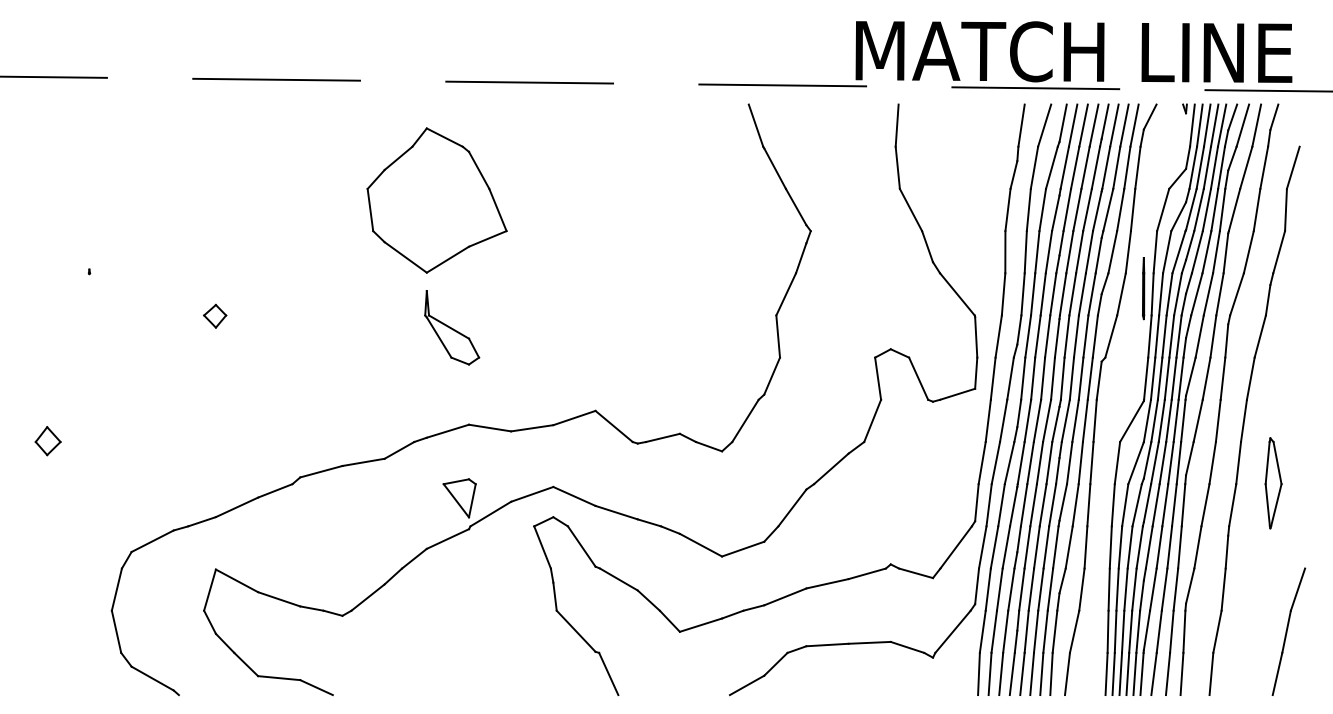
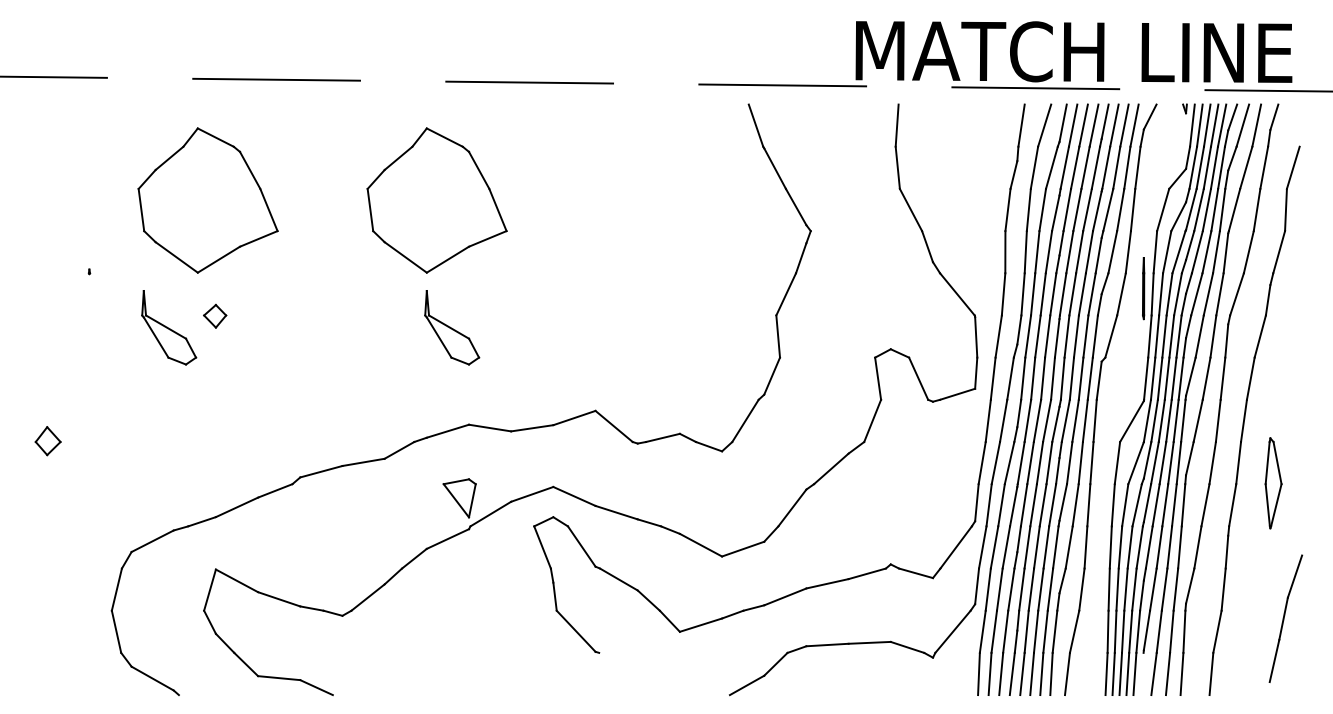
part at (207, 200): none -> present
part at (169, 327): none -> present
part at (1288, 631) position: (1288, 631) -> (1285, 618)
line at (608, 673): present -> none
line at (1141, 673): present -> none
